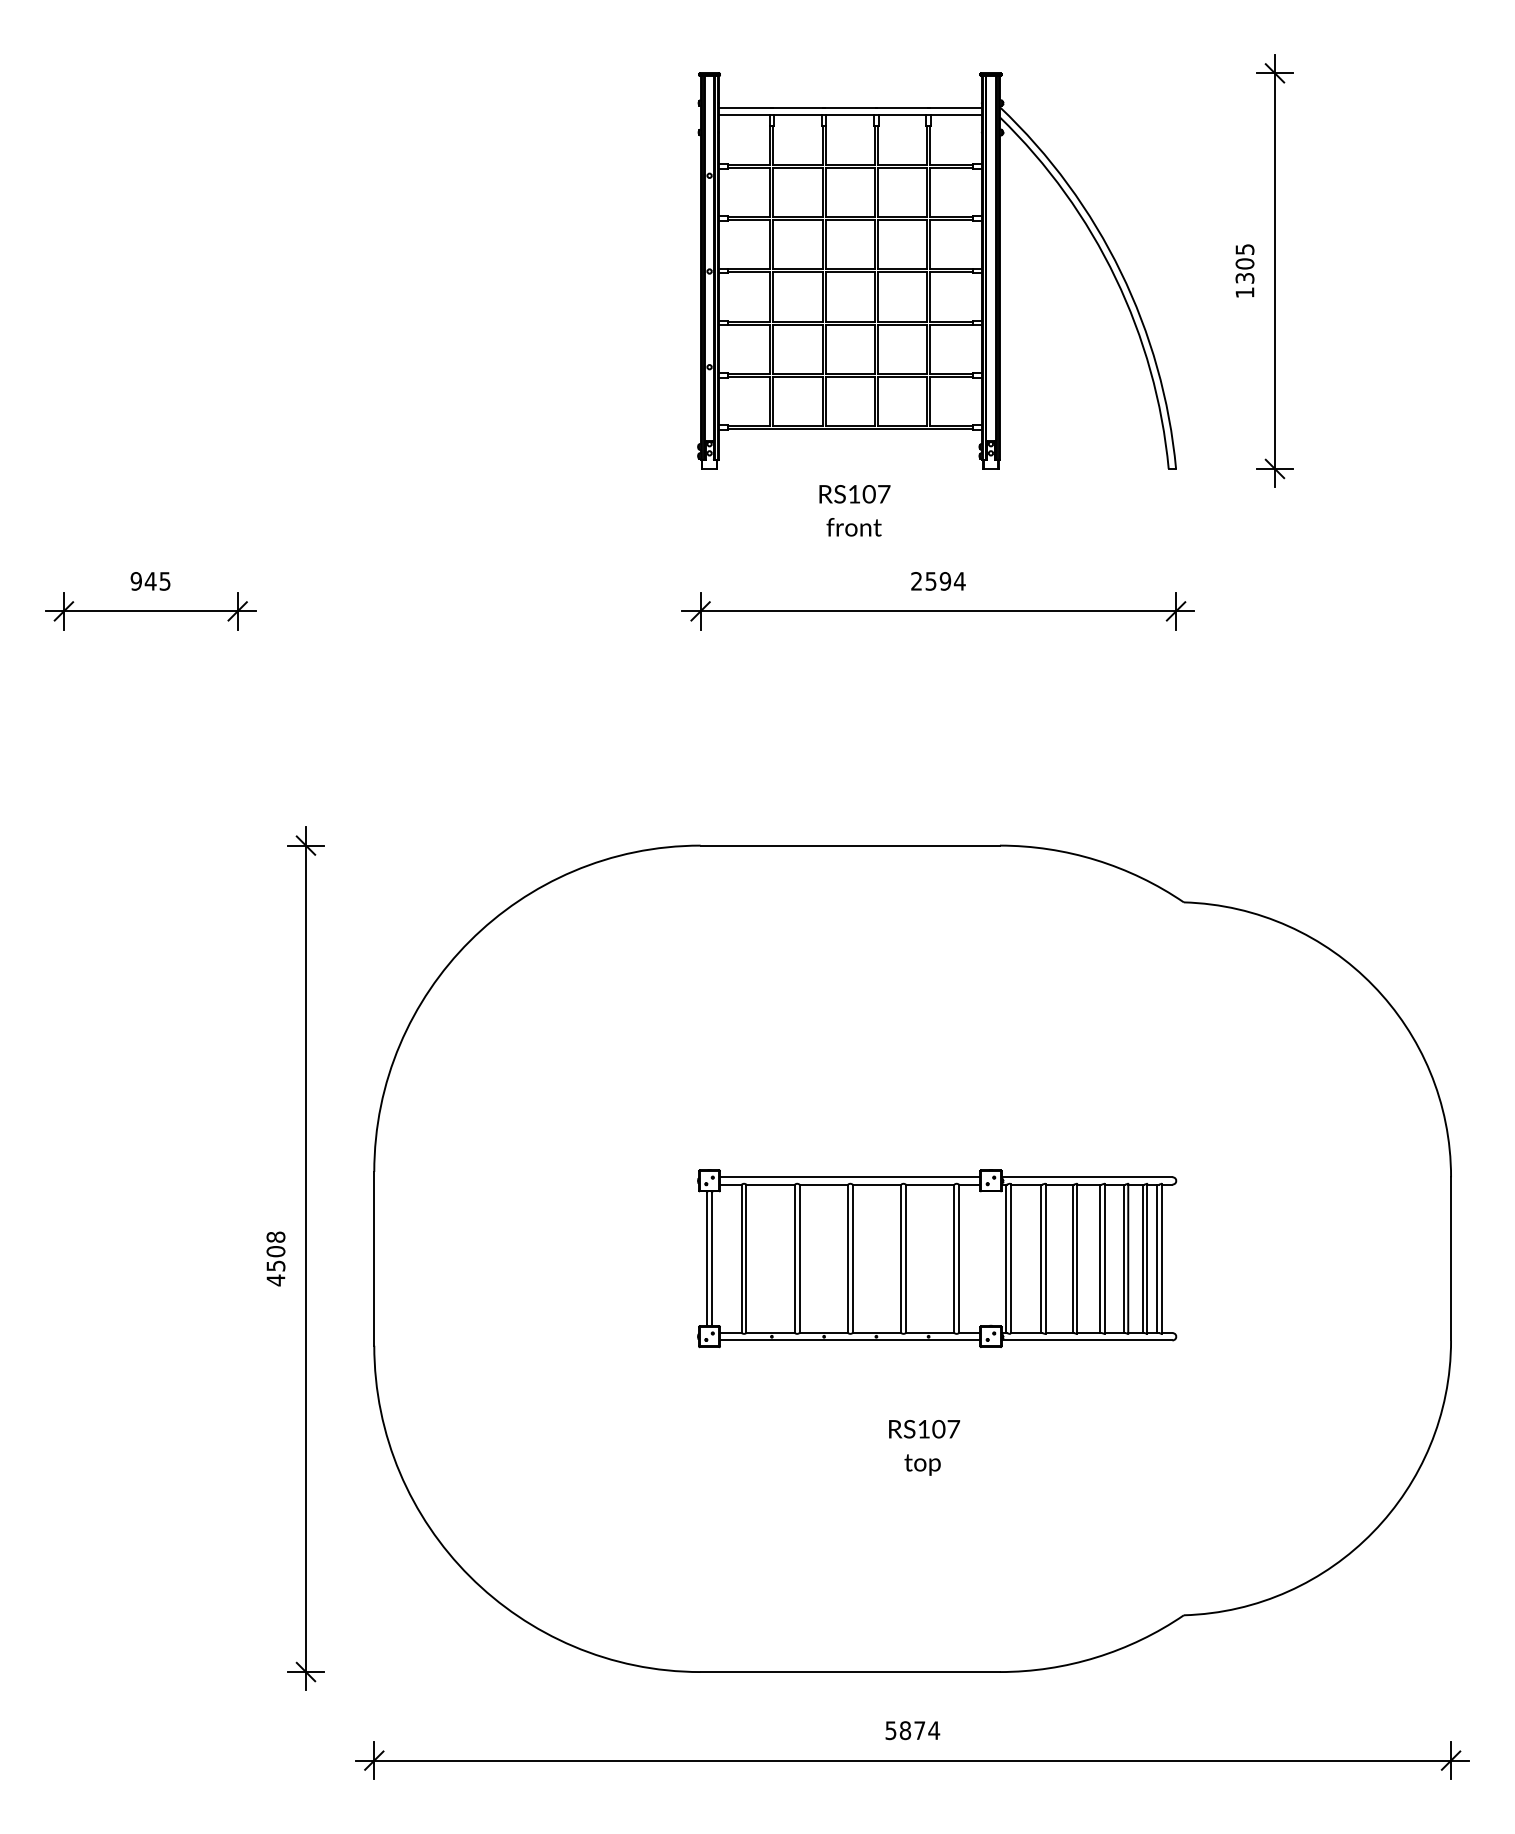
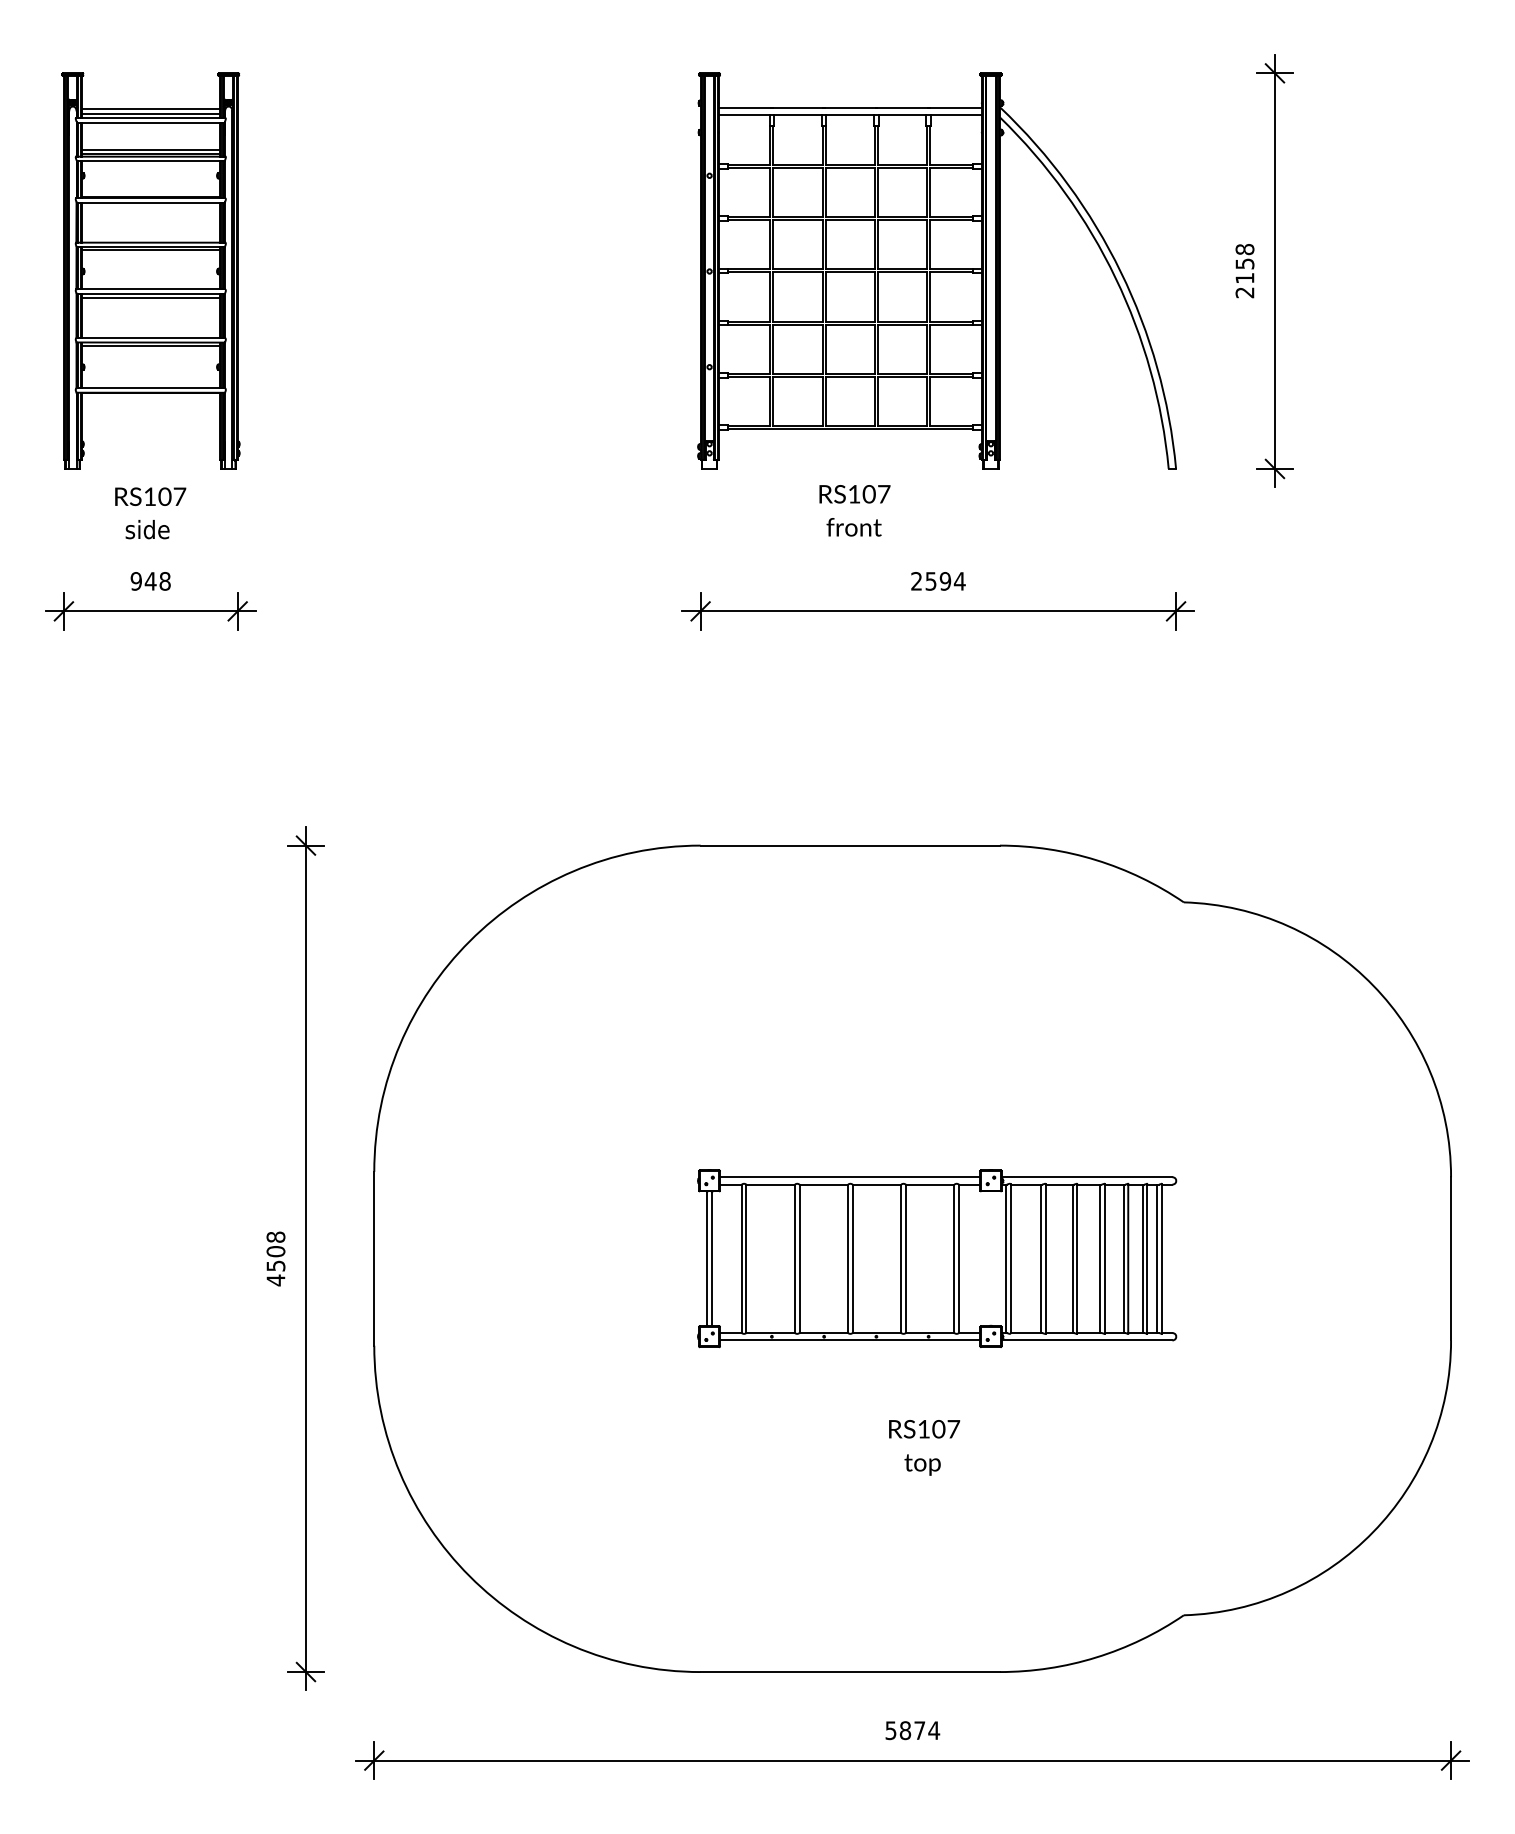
text at (1244, 271): 1305 -> 2158
part at (150, 305): none -> present
text at (164, 581): 945 -> 948
